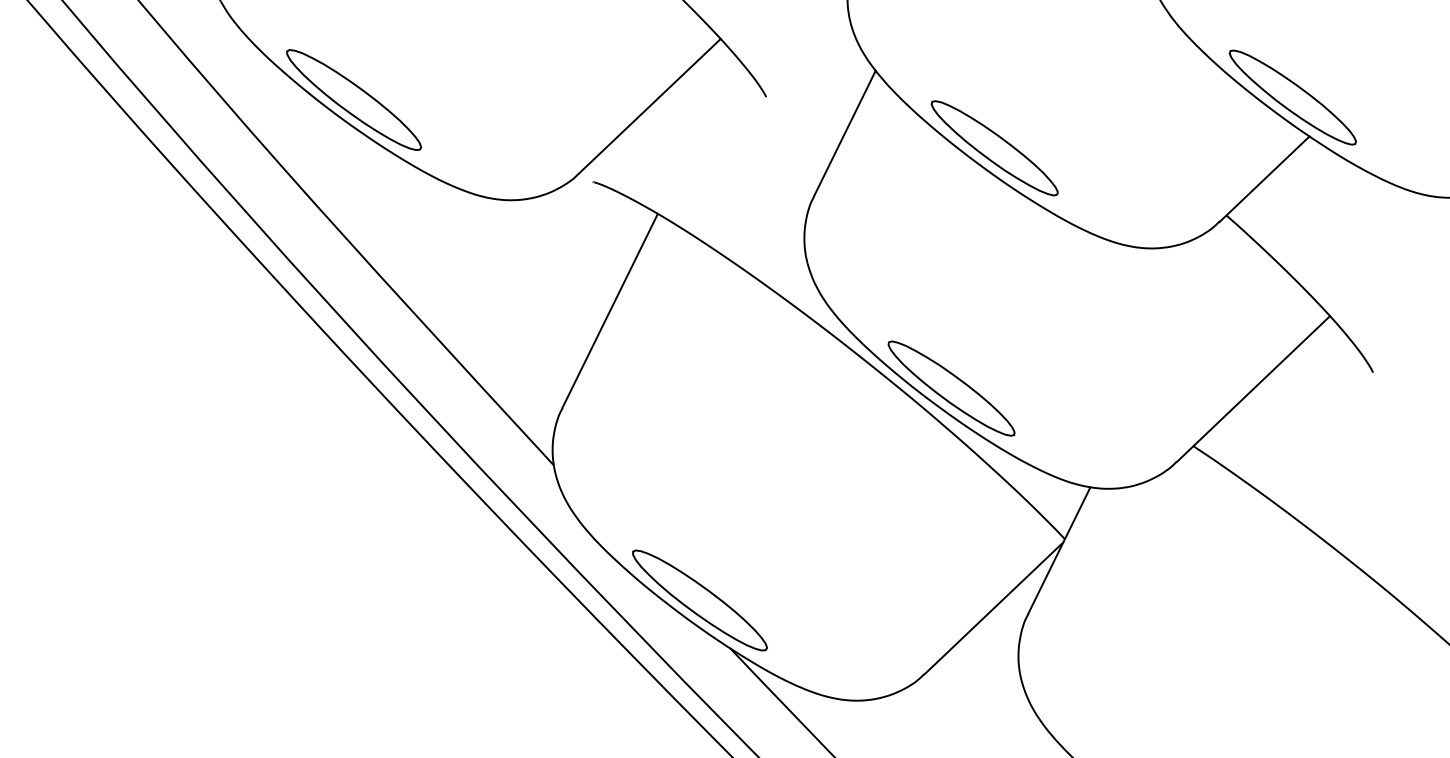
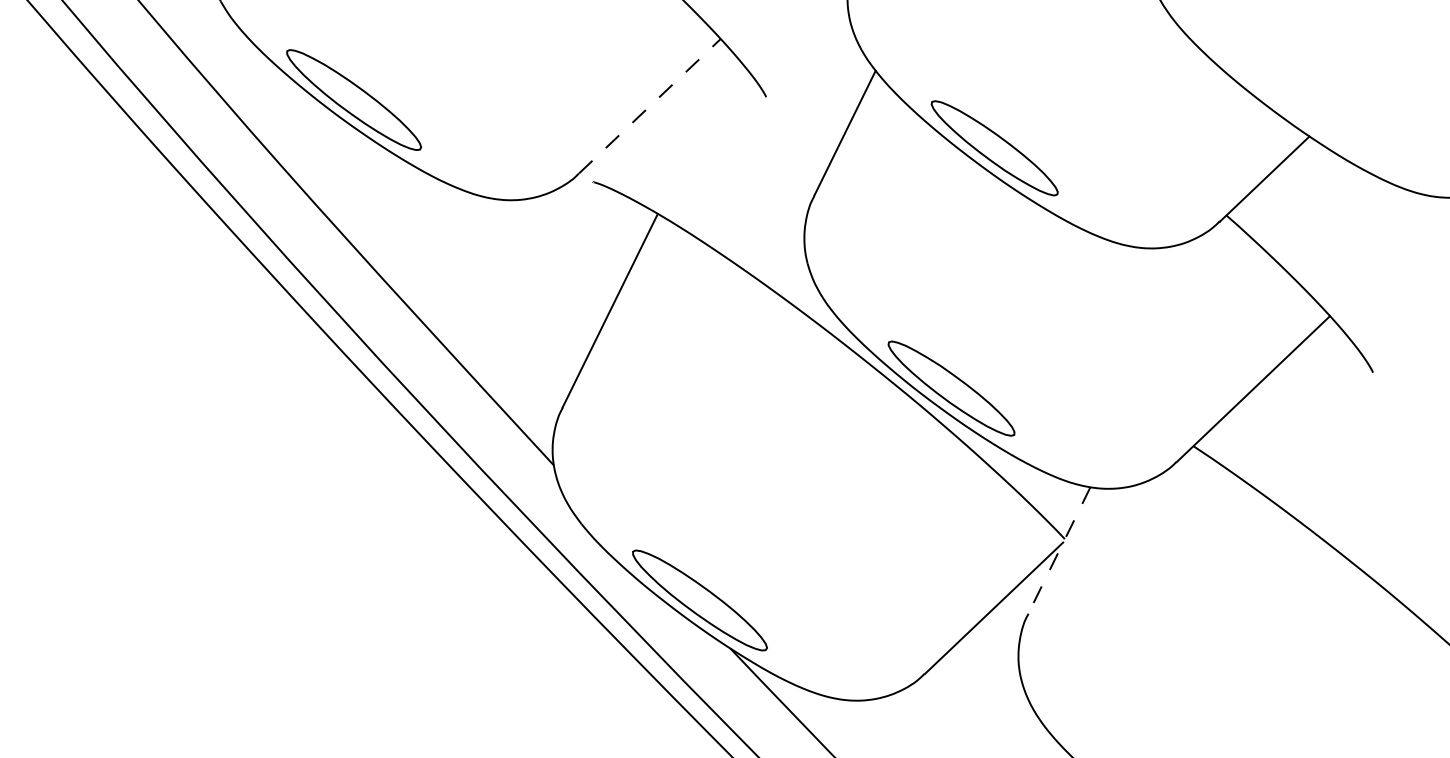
part at (1292, 97): present -> none
line at (649, 106): solid -> dashed
line at (1059, 550): solid -> dashed
